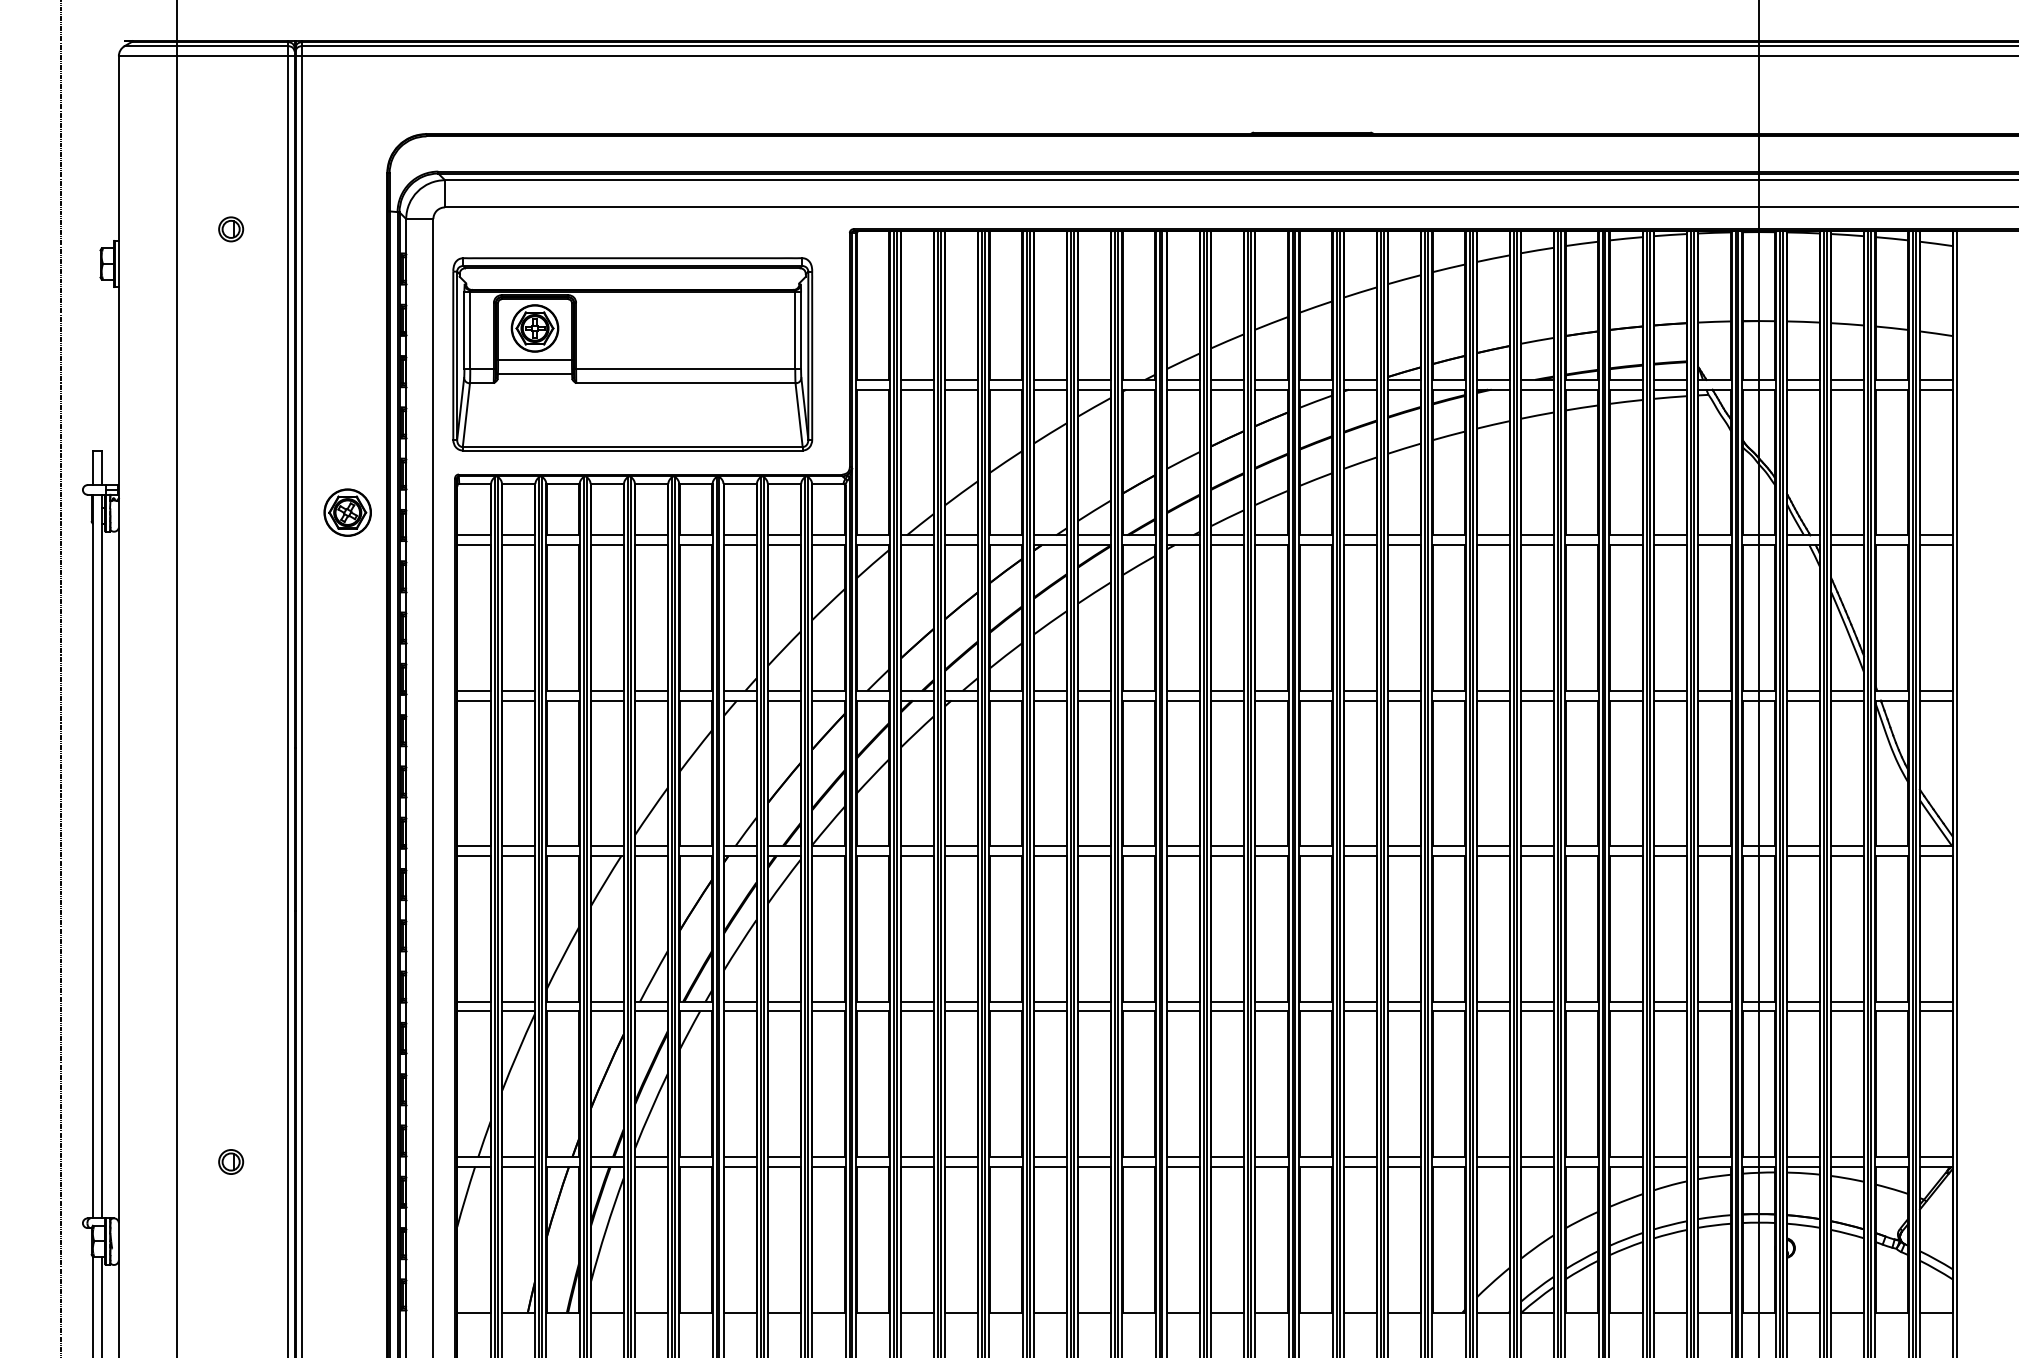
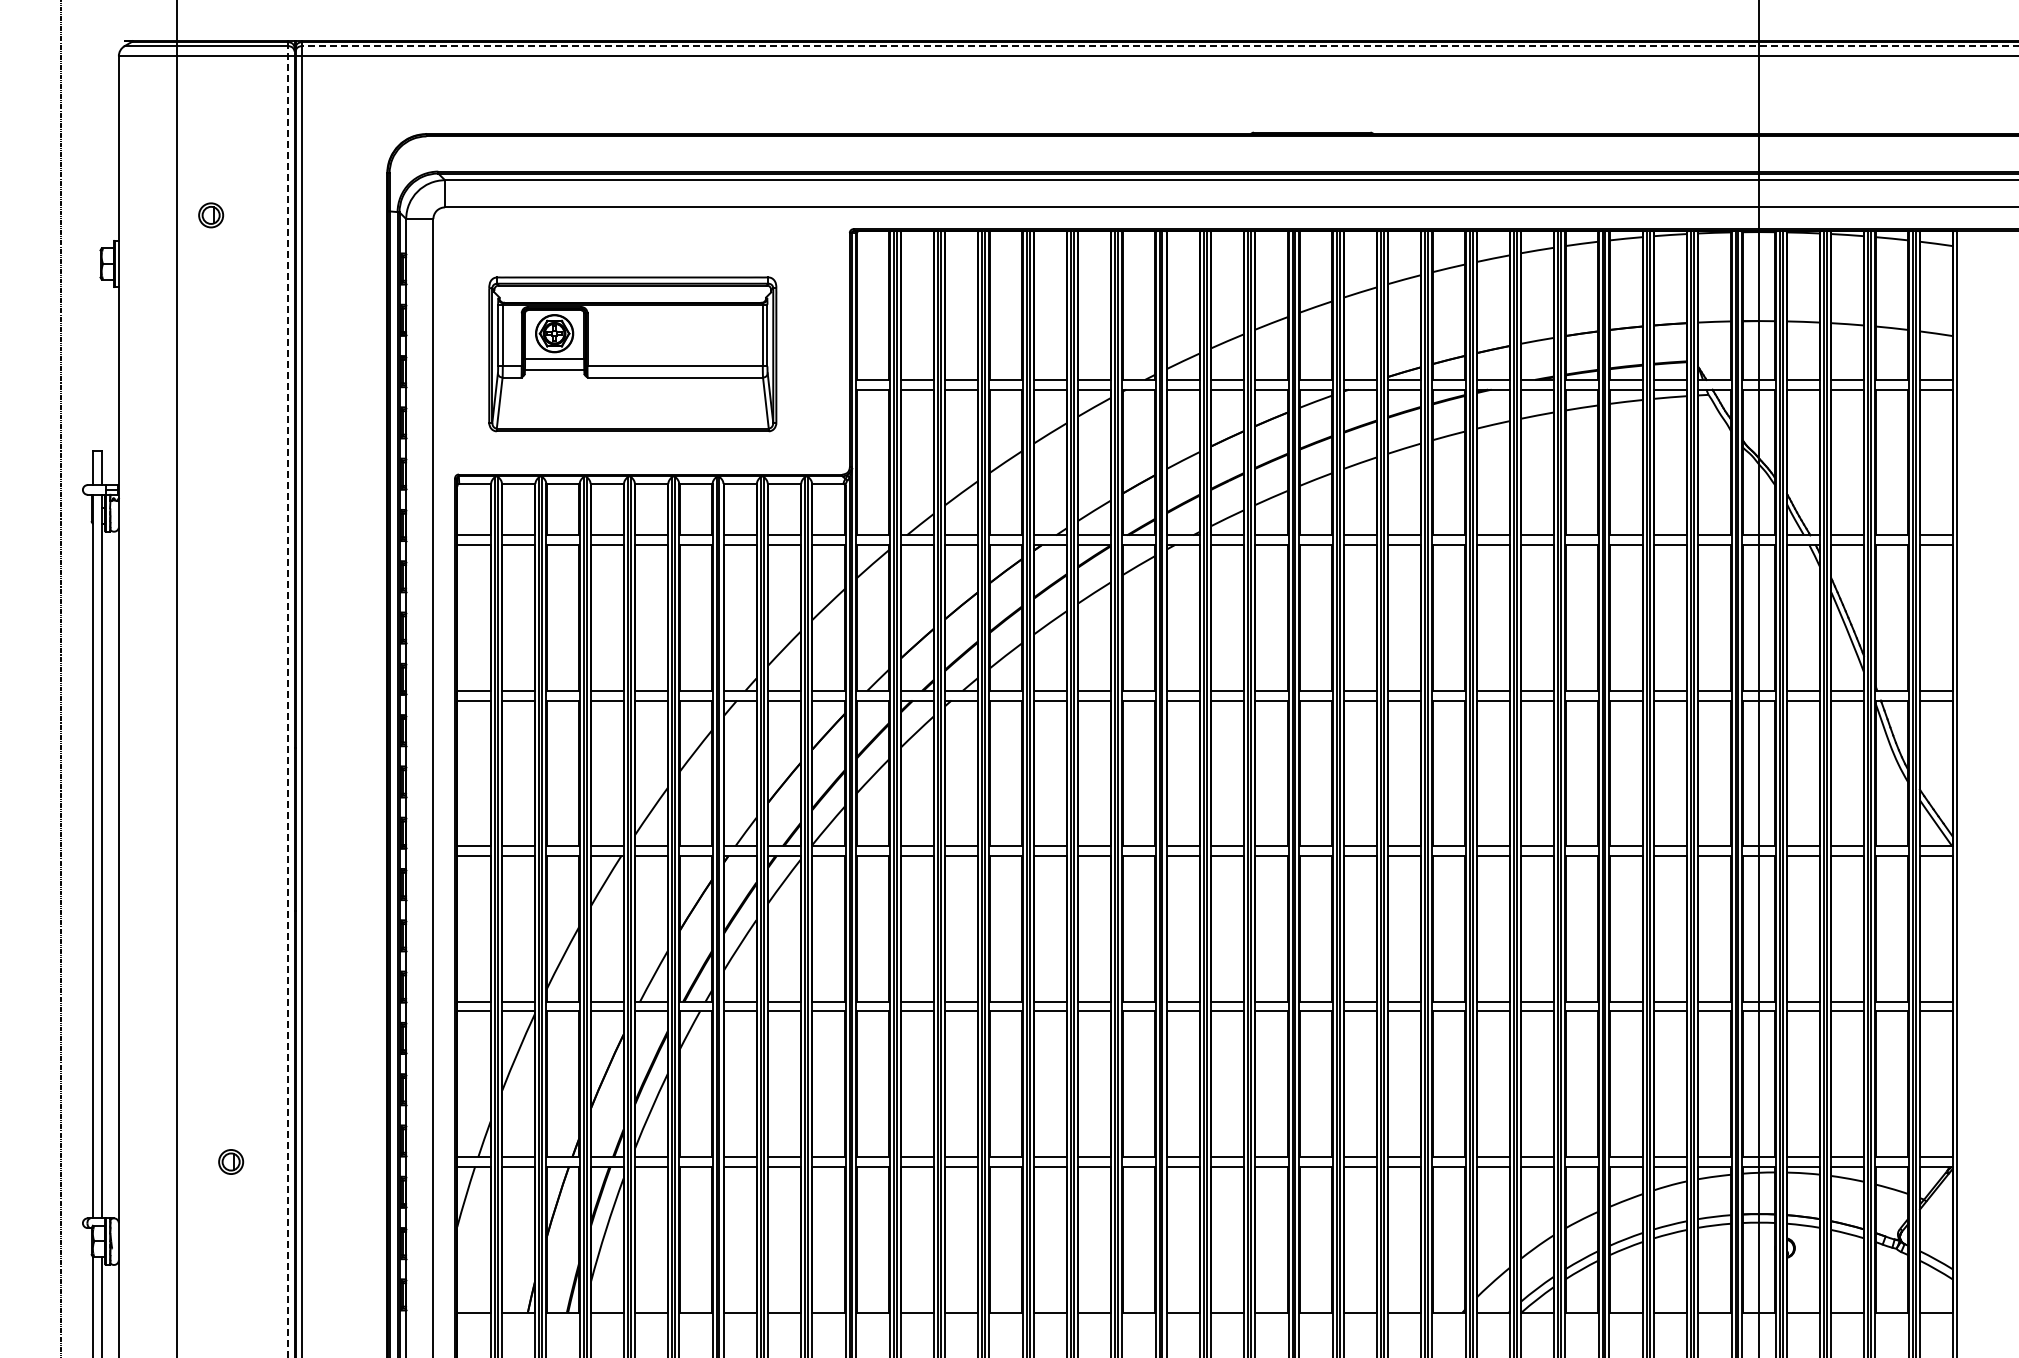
line at (1159, 46): solid -> dashed
part at (231, 229) position: (231, 229) -> (211, 215)
part at (632, 354) size: 362x195 px -> 290x157 px
part at (347, 512): present -> none
line at (288, 700): solid -> dashed
